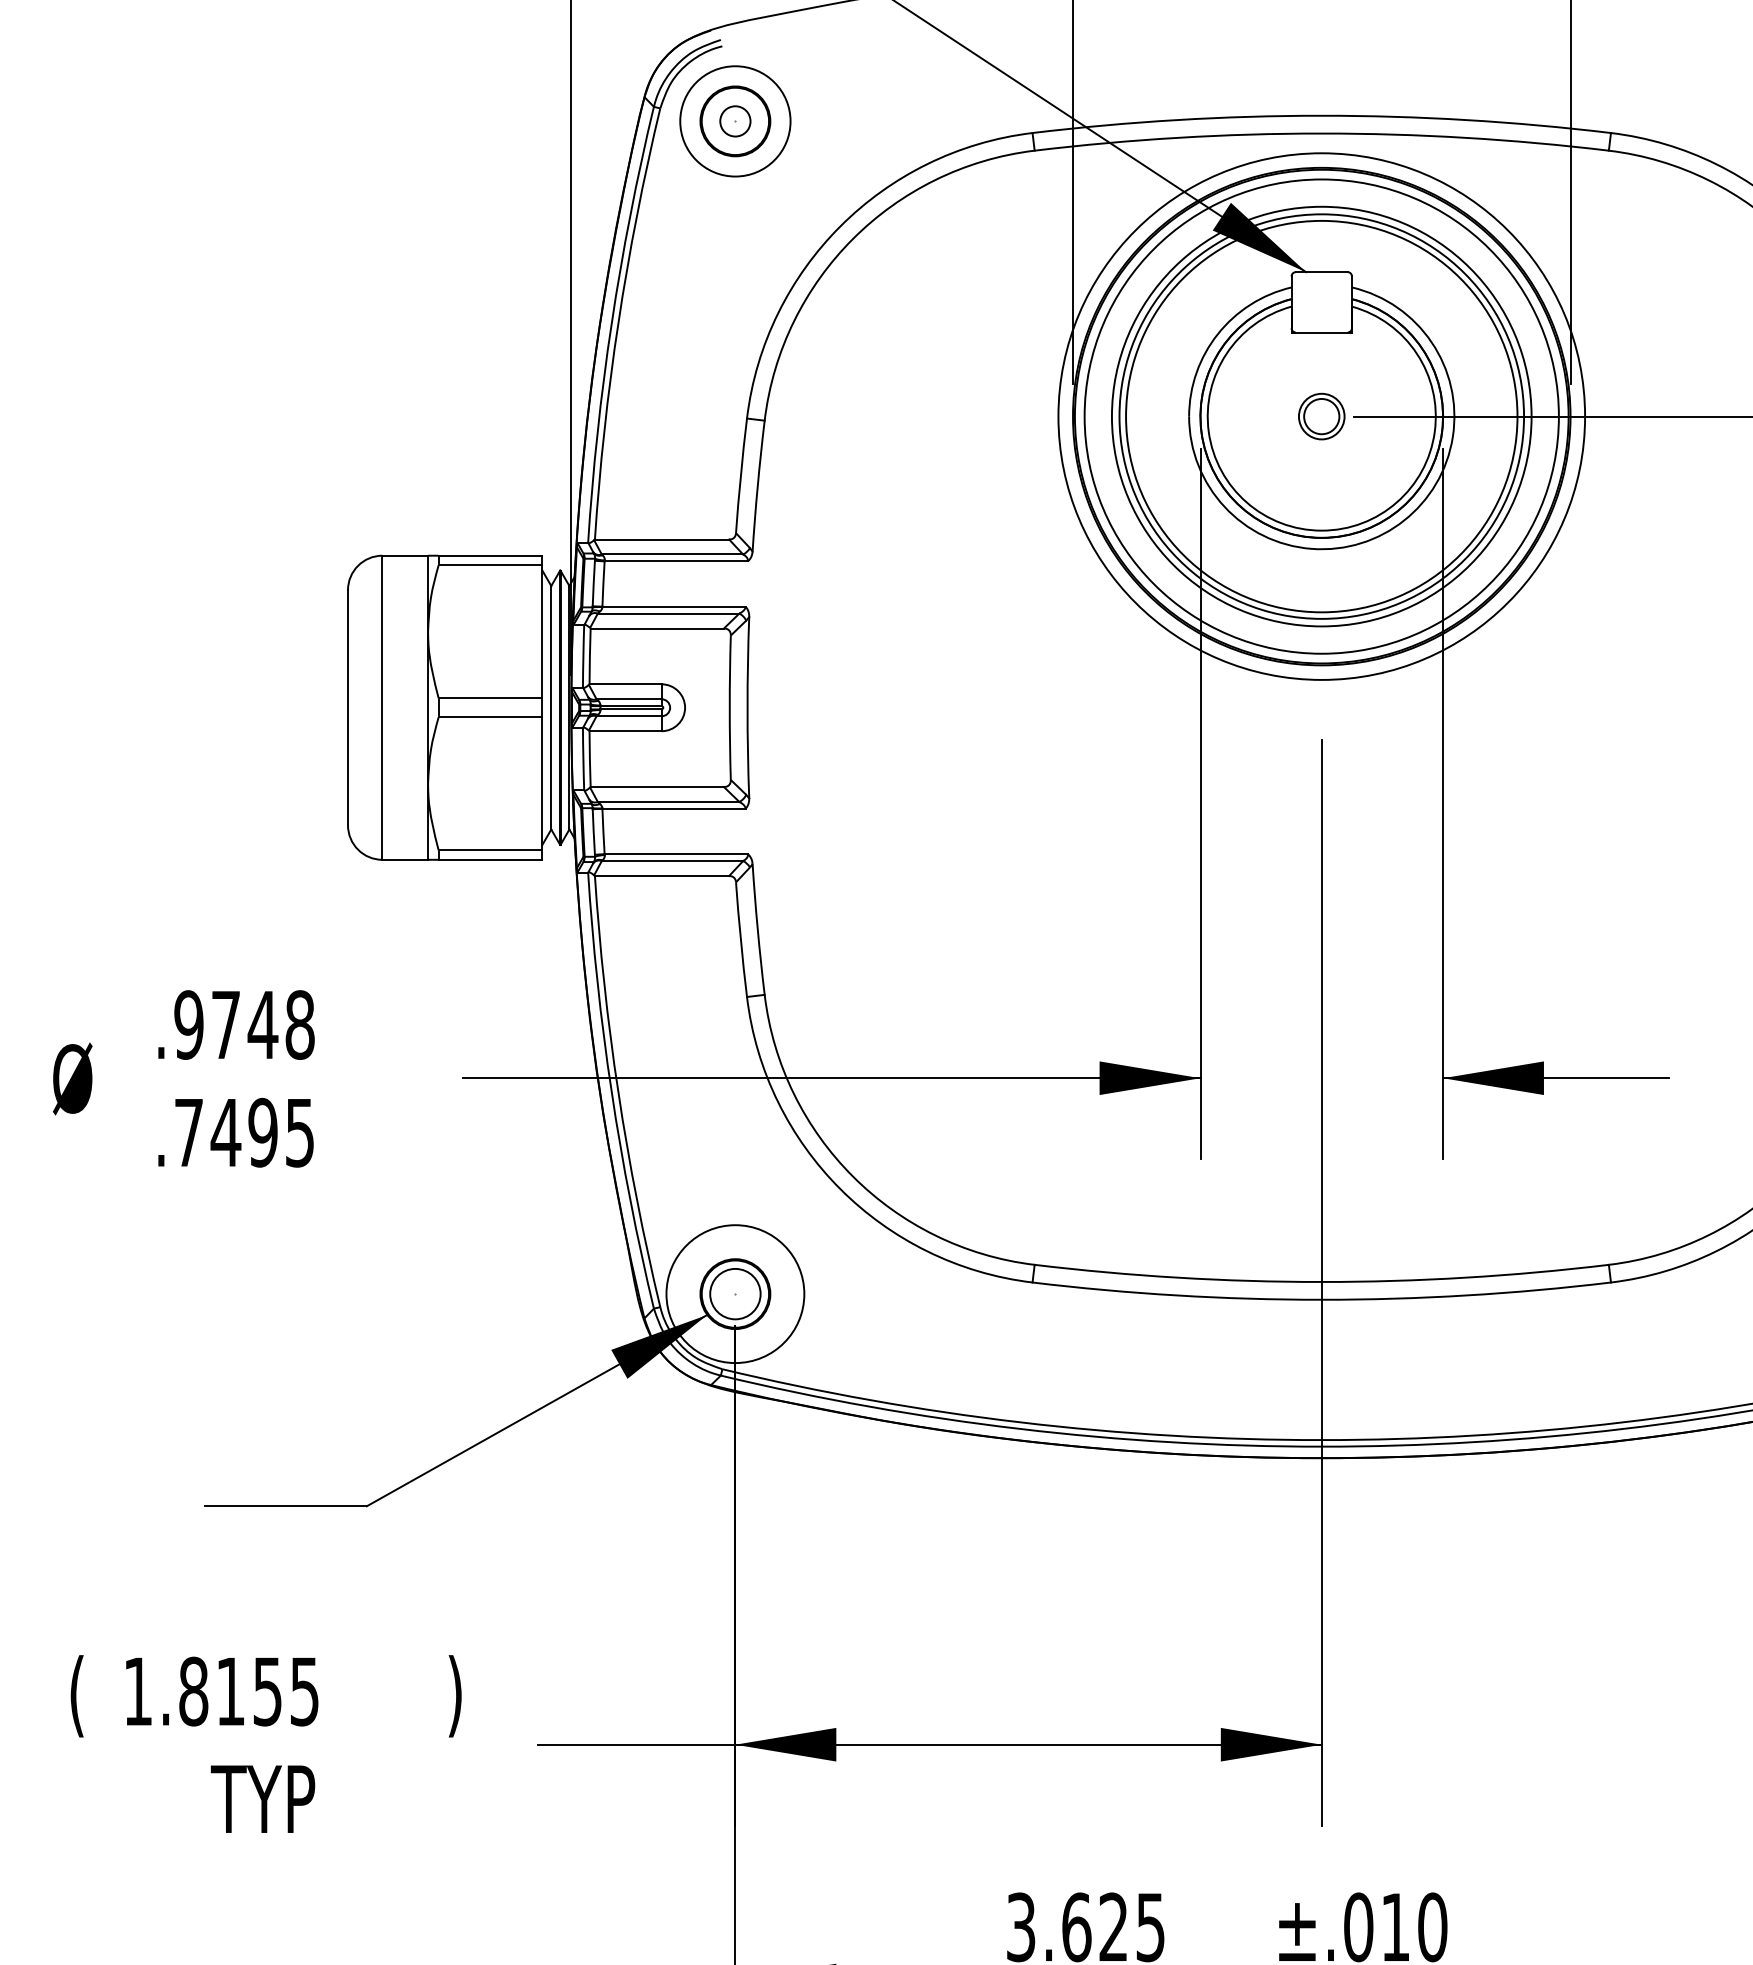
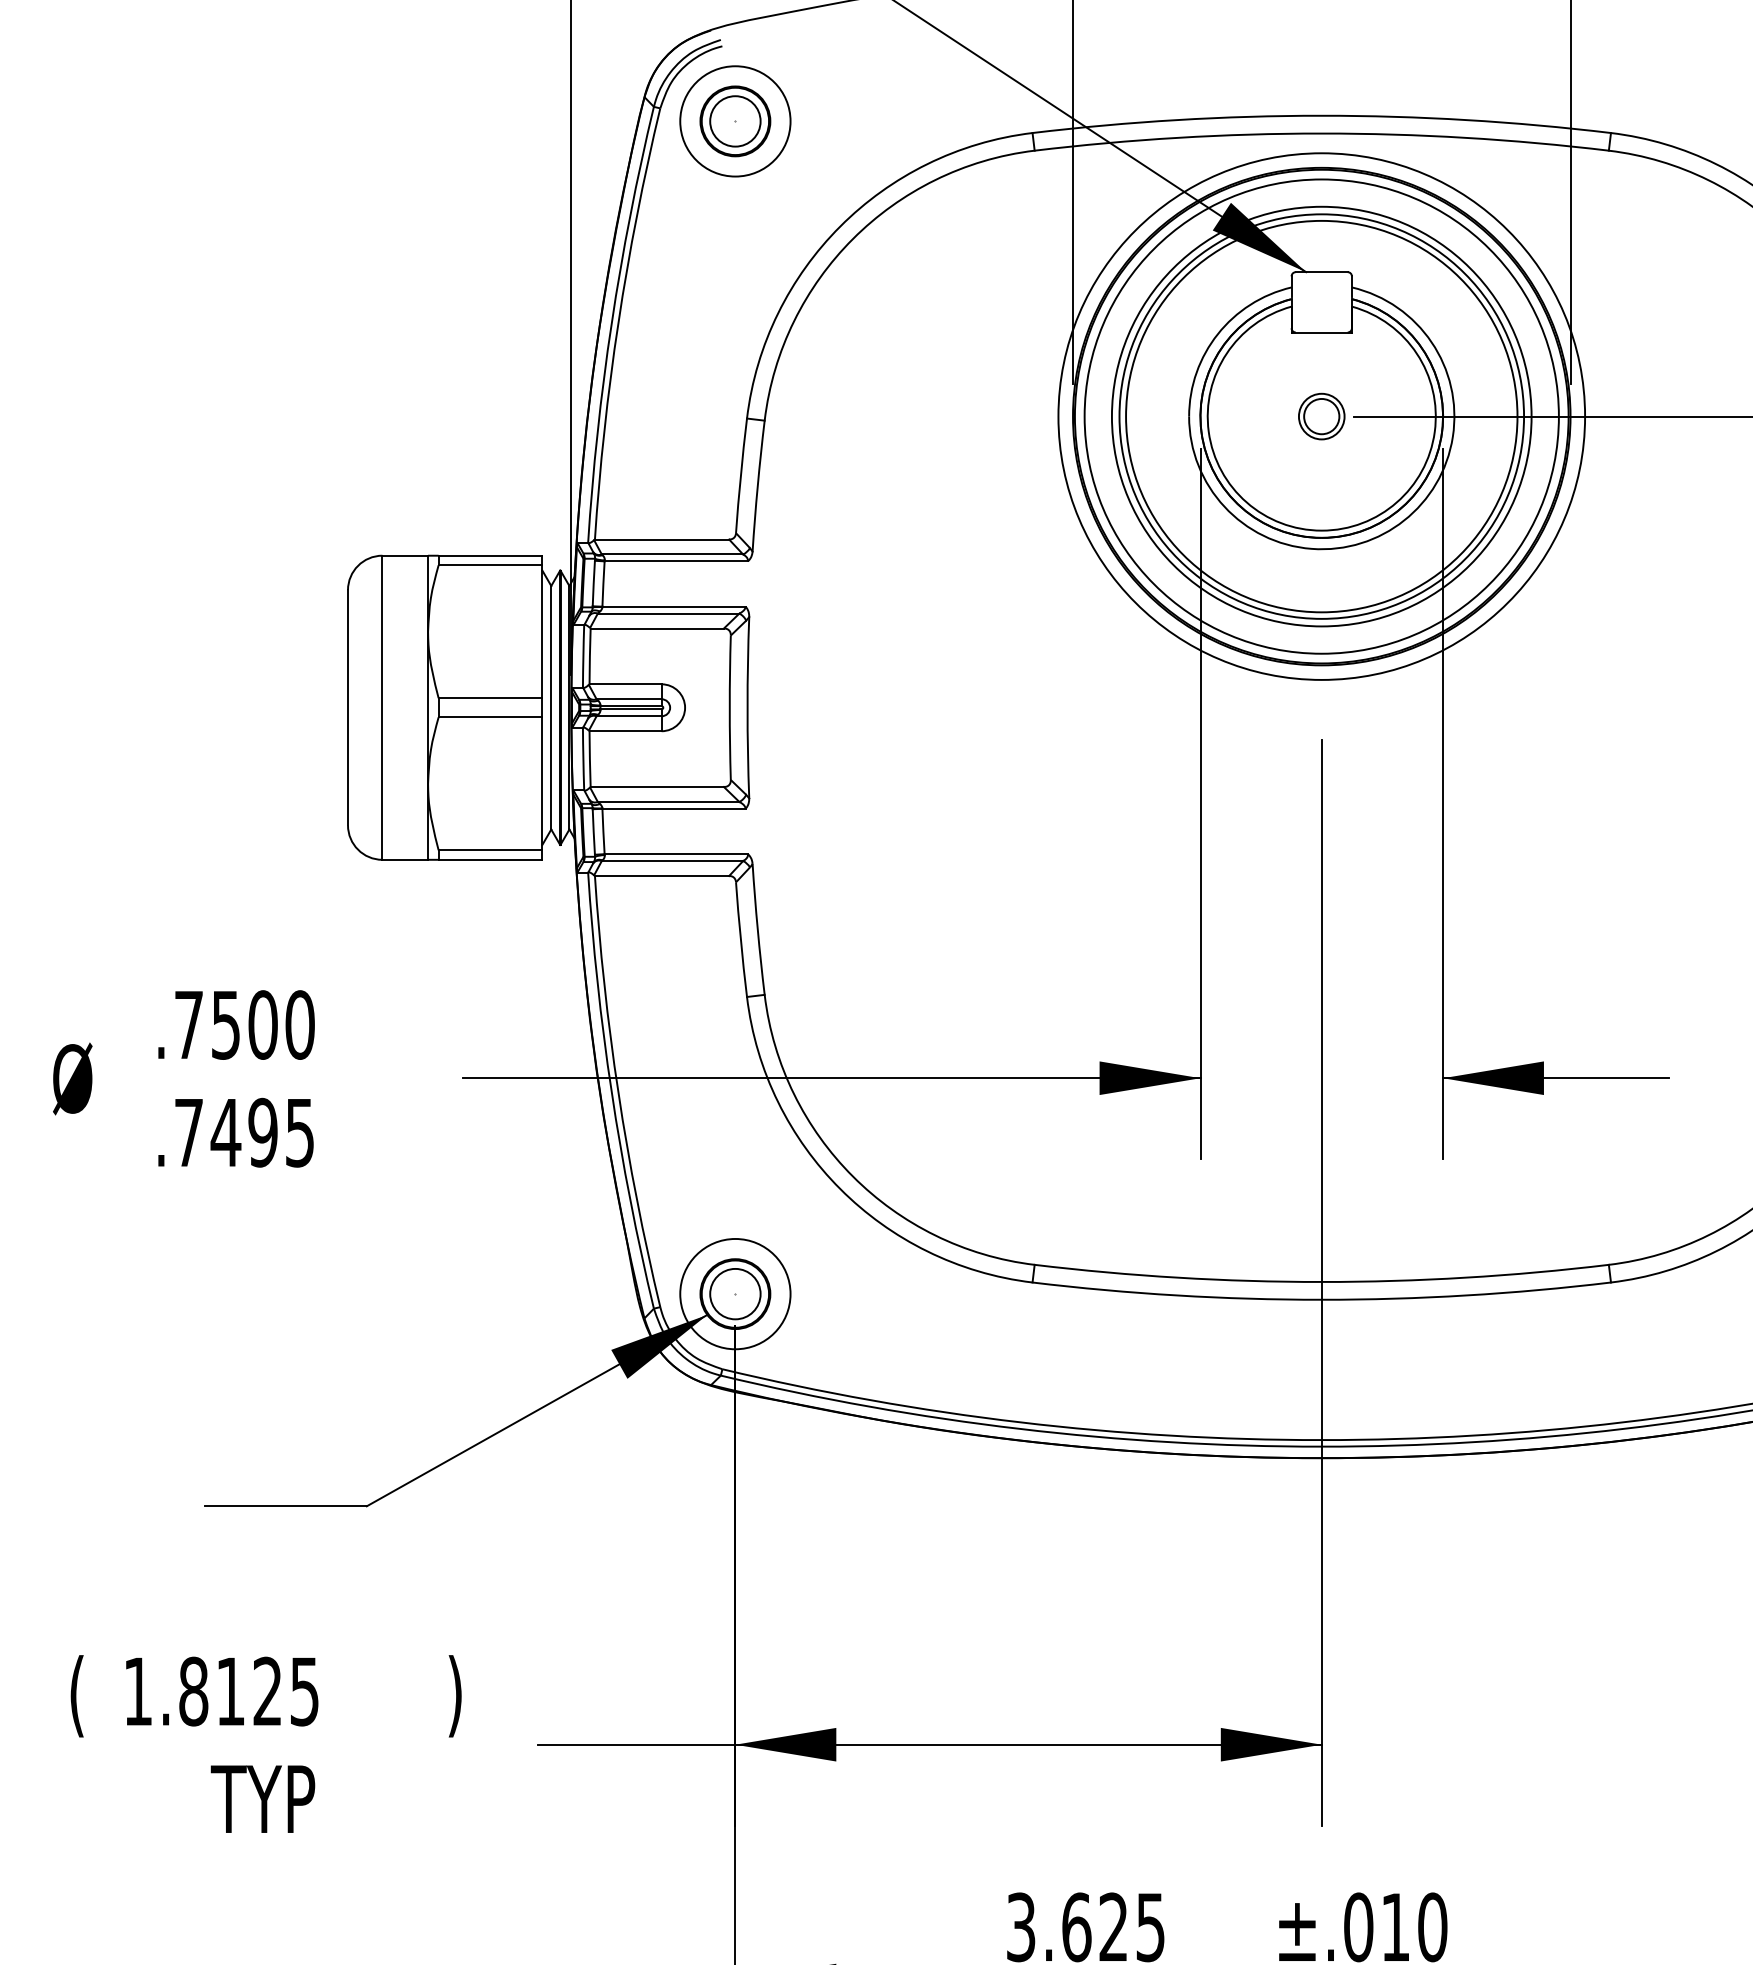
circle at (735, 121) diameter: 30 px -> 50 px
text at (244, 1024): .9748 -> .7500
circle at (735, 1294) diameter: 138 px -> 110 px
text at (267, 1691): 1.8155 -> 1.8125
